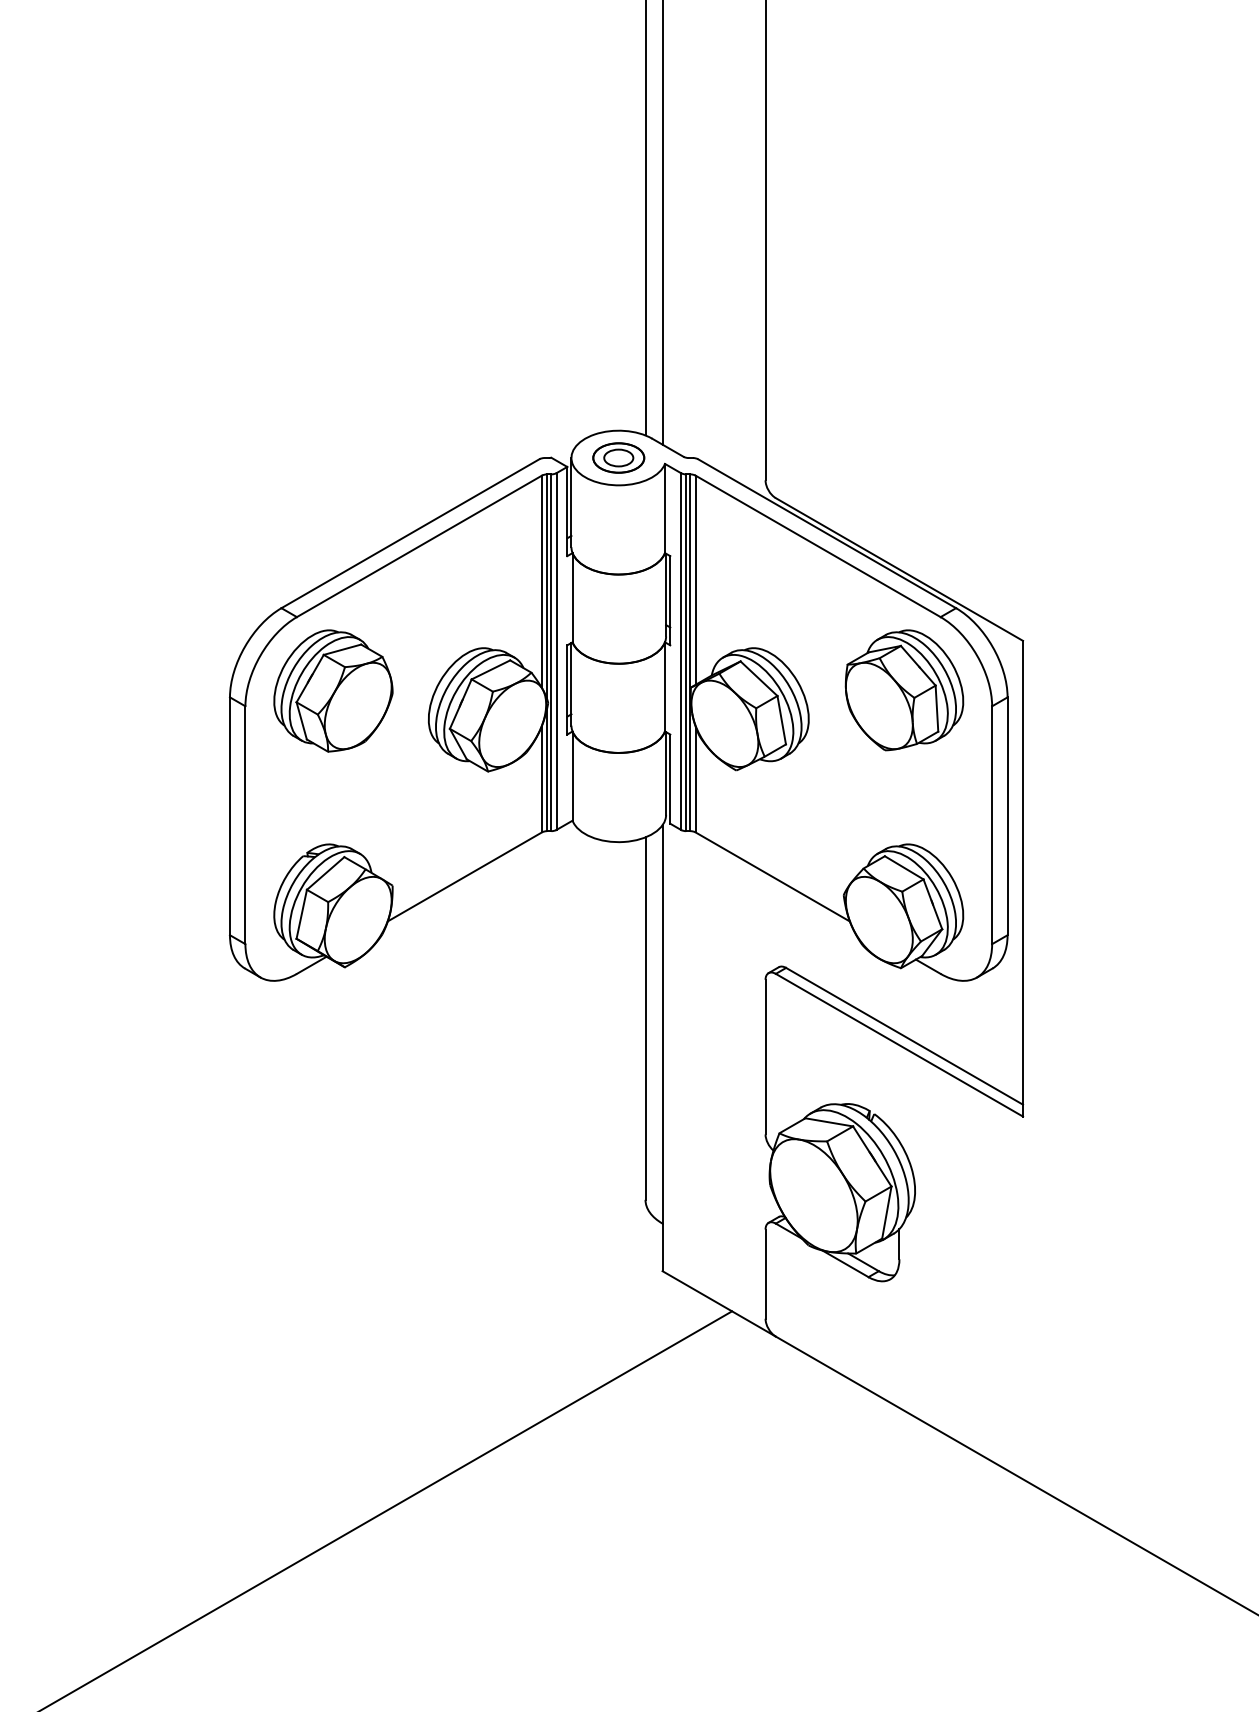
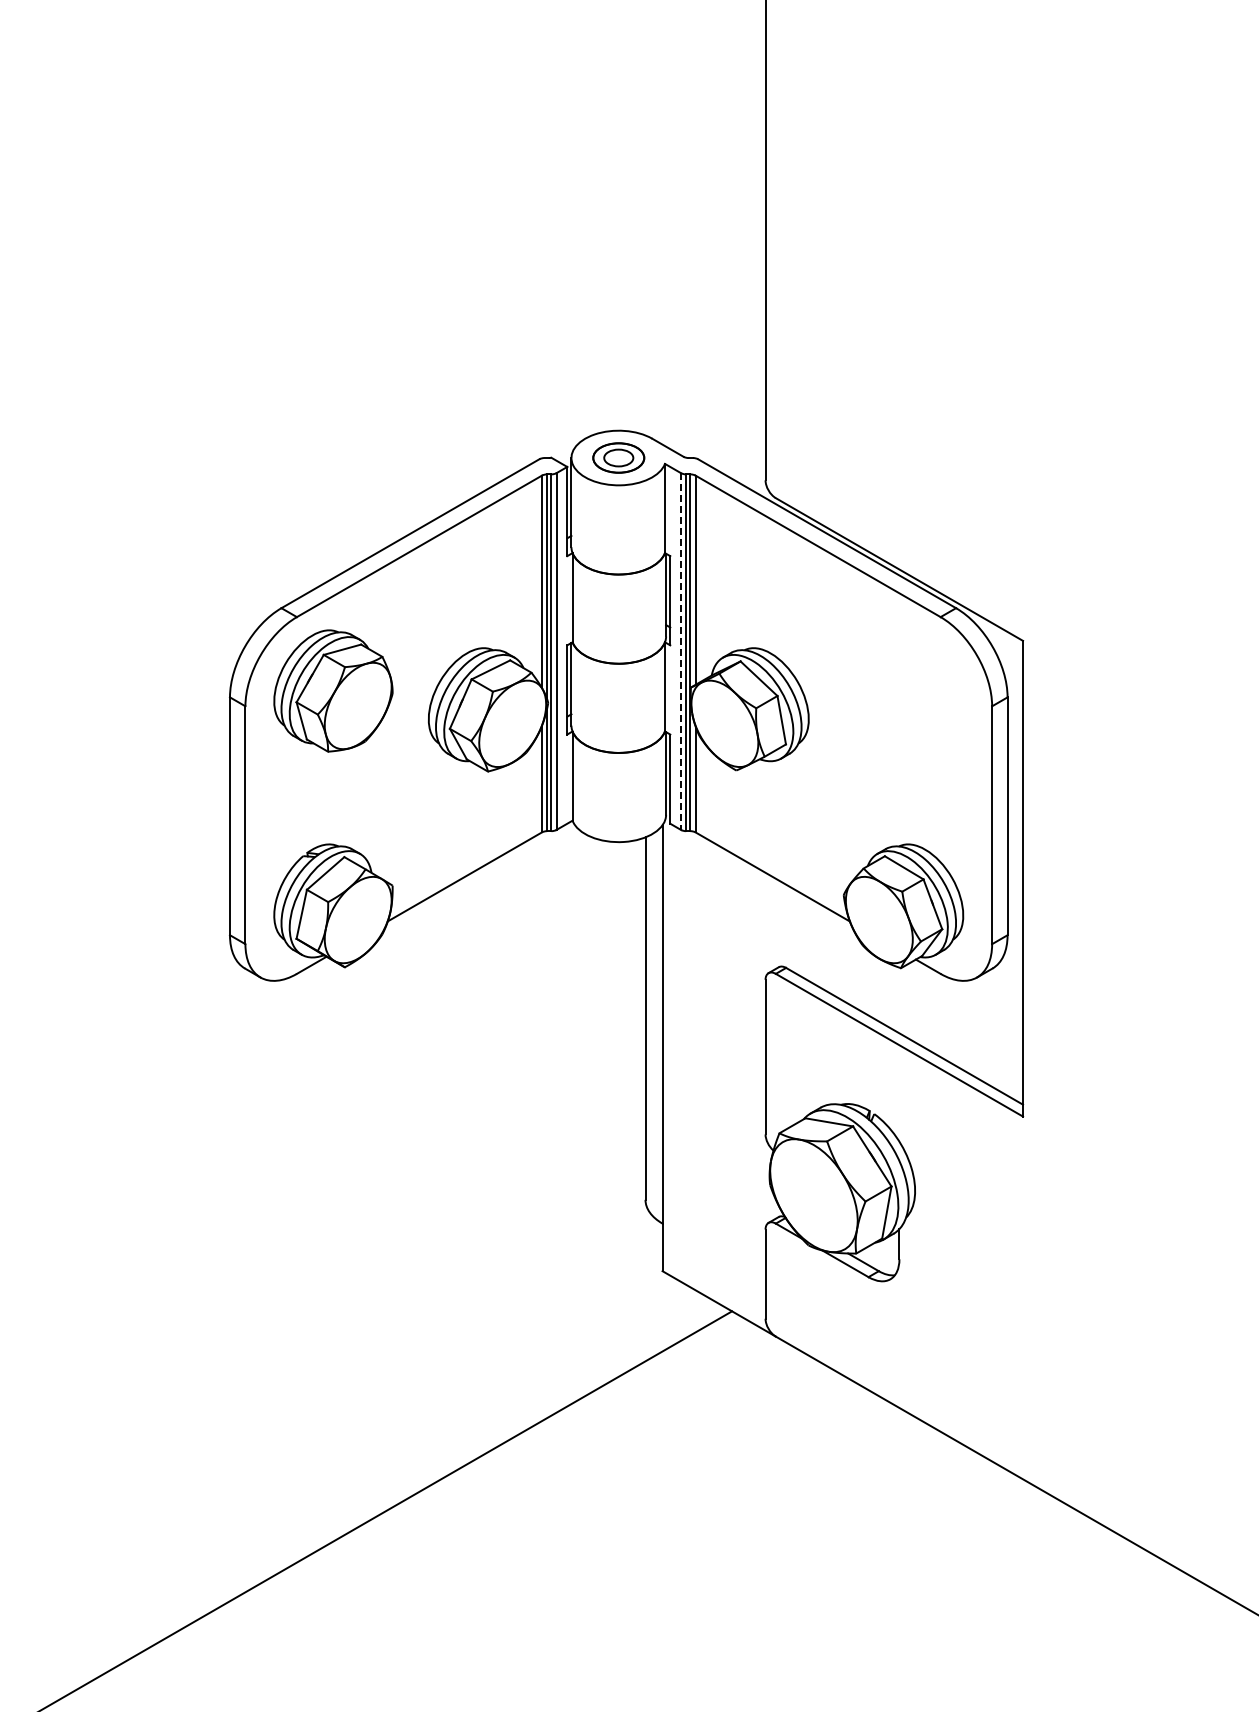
line at (645, 218): present -> none
line at (662, 223): present -> none
line at (681, 652): solid -> dashed
part at (904, 690): present -> none
